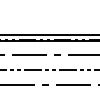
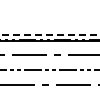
line at (49, 34): solid -> dashed
